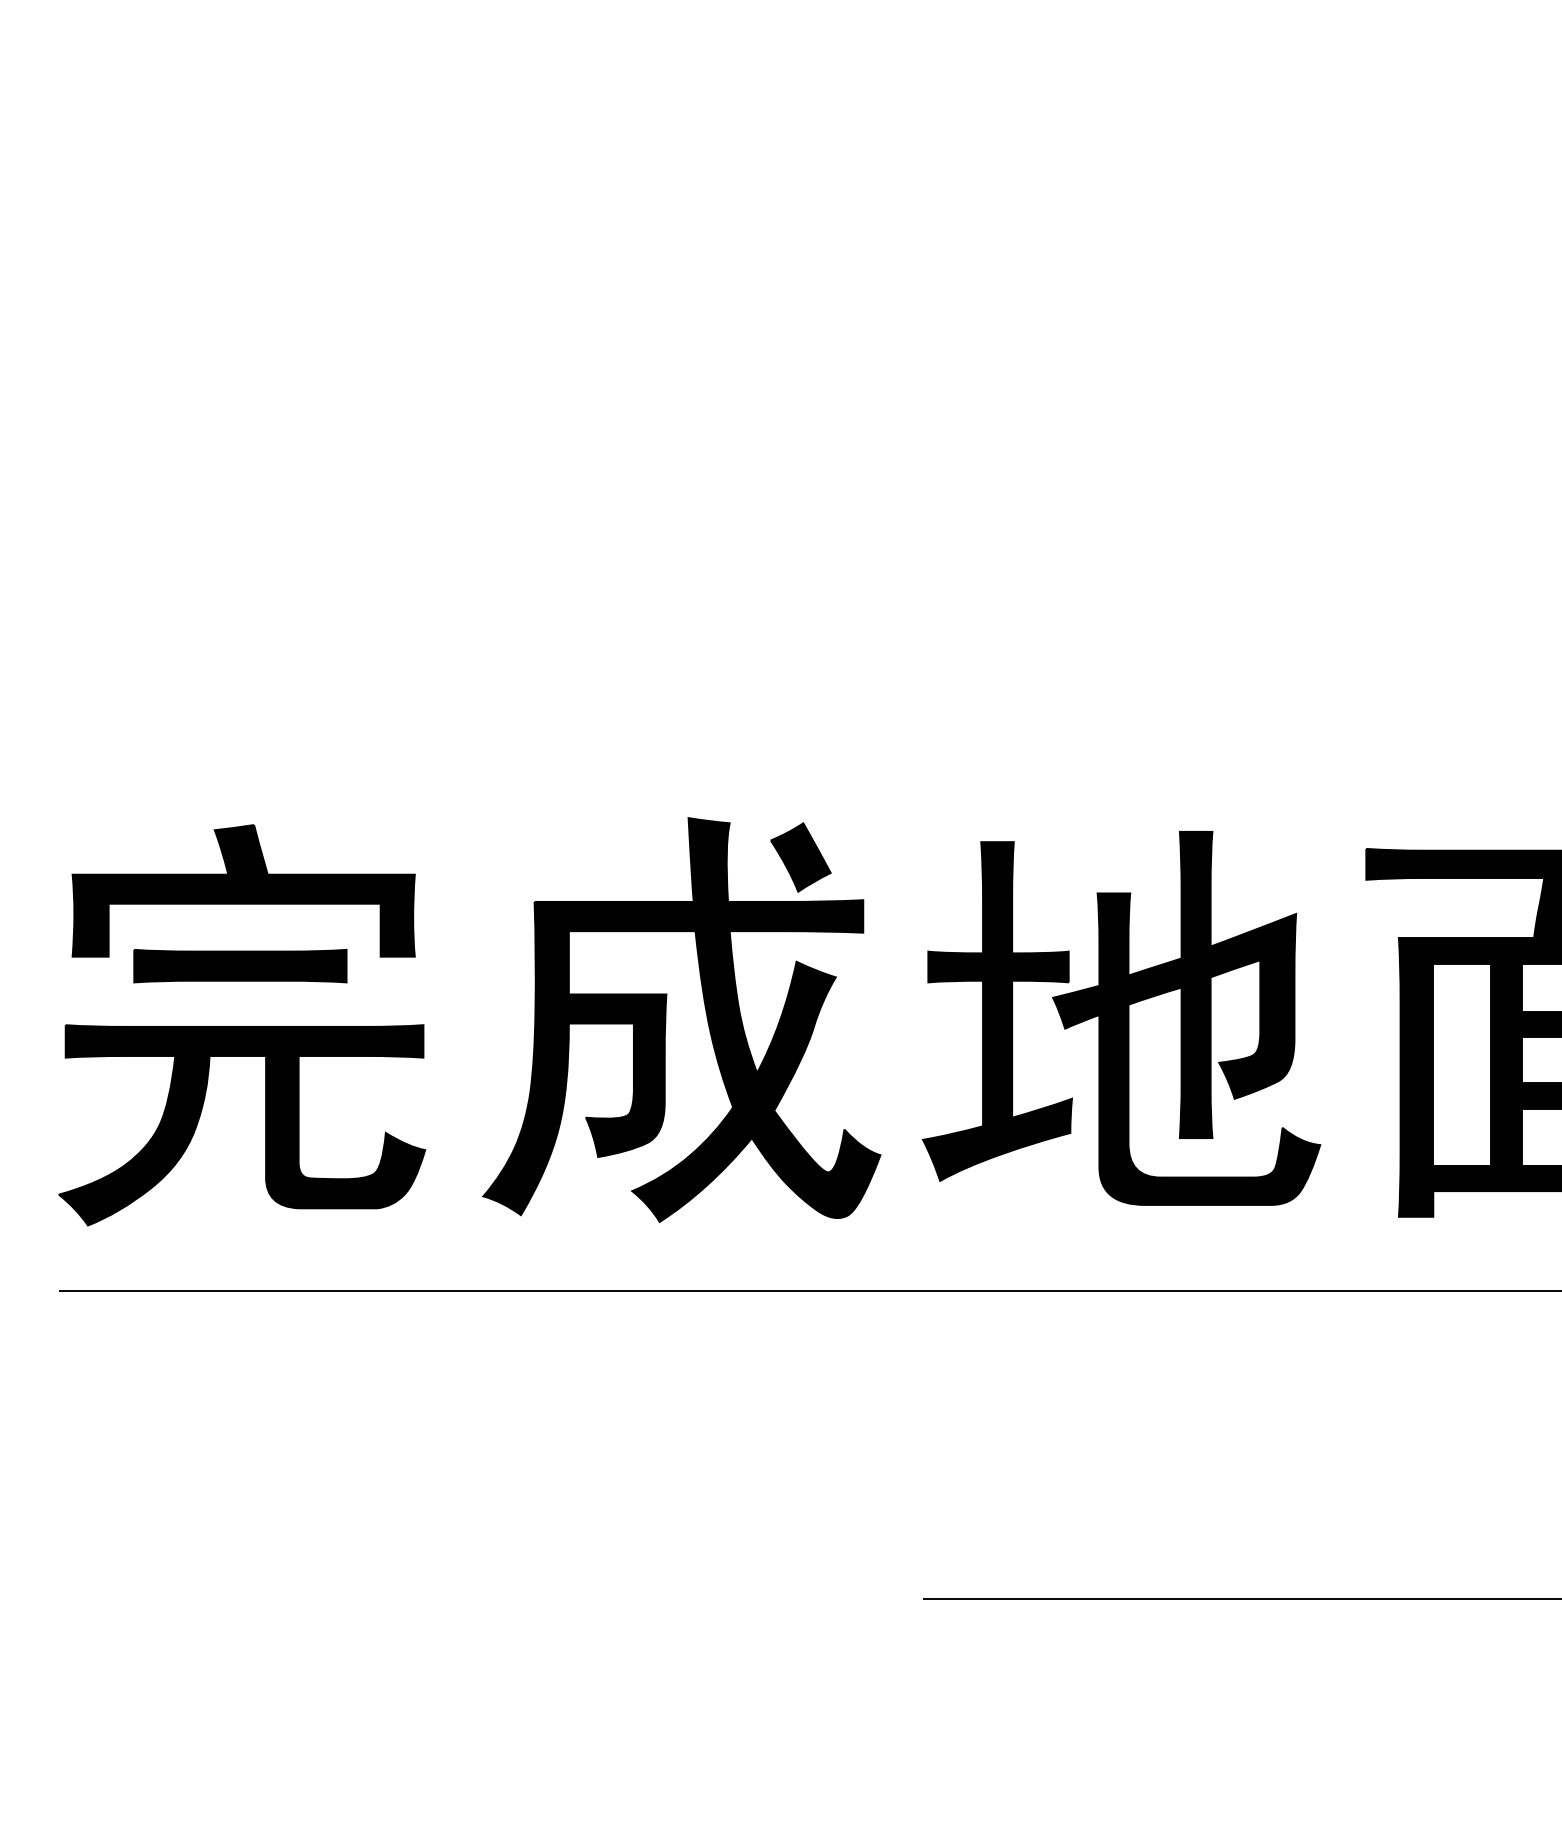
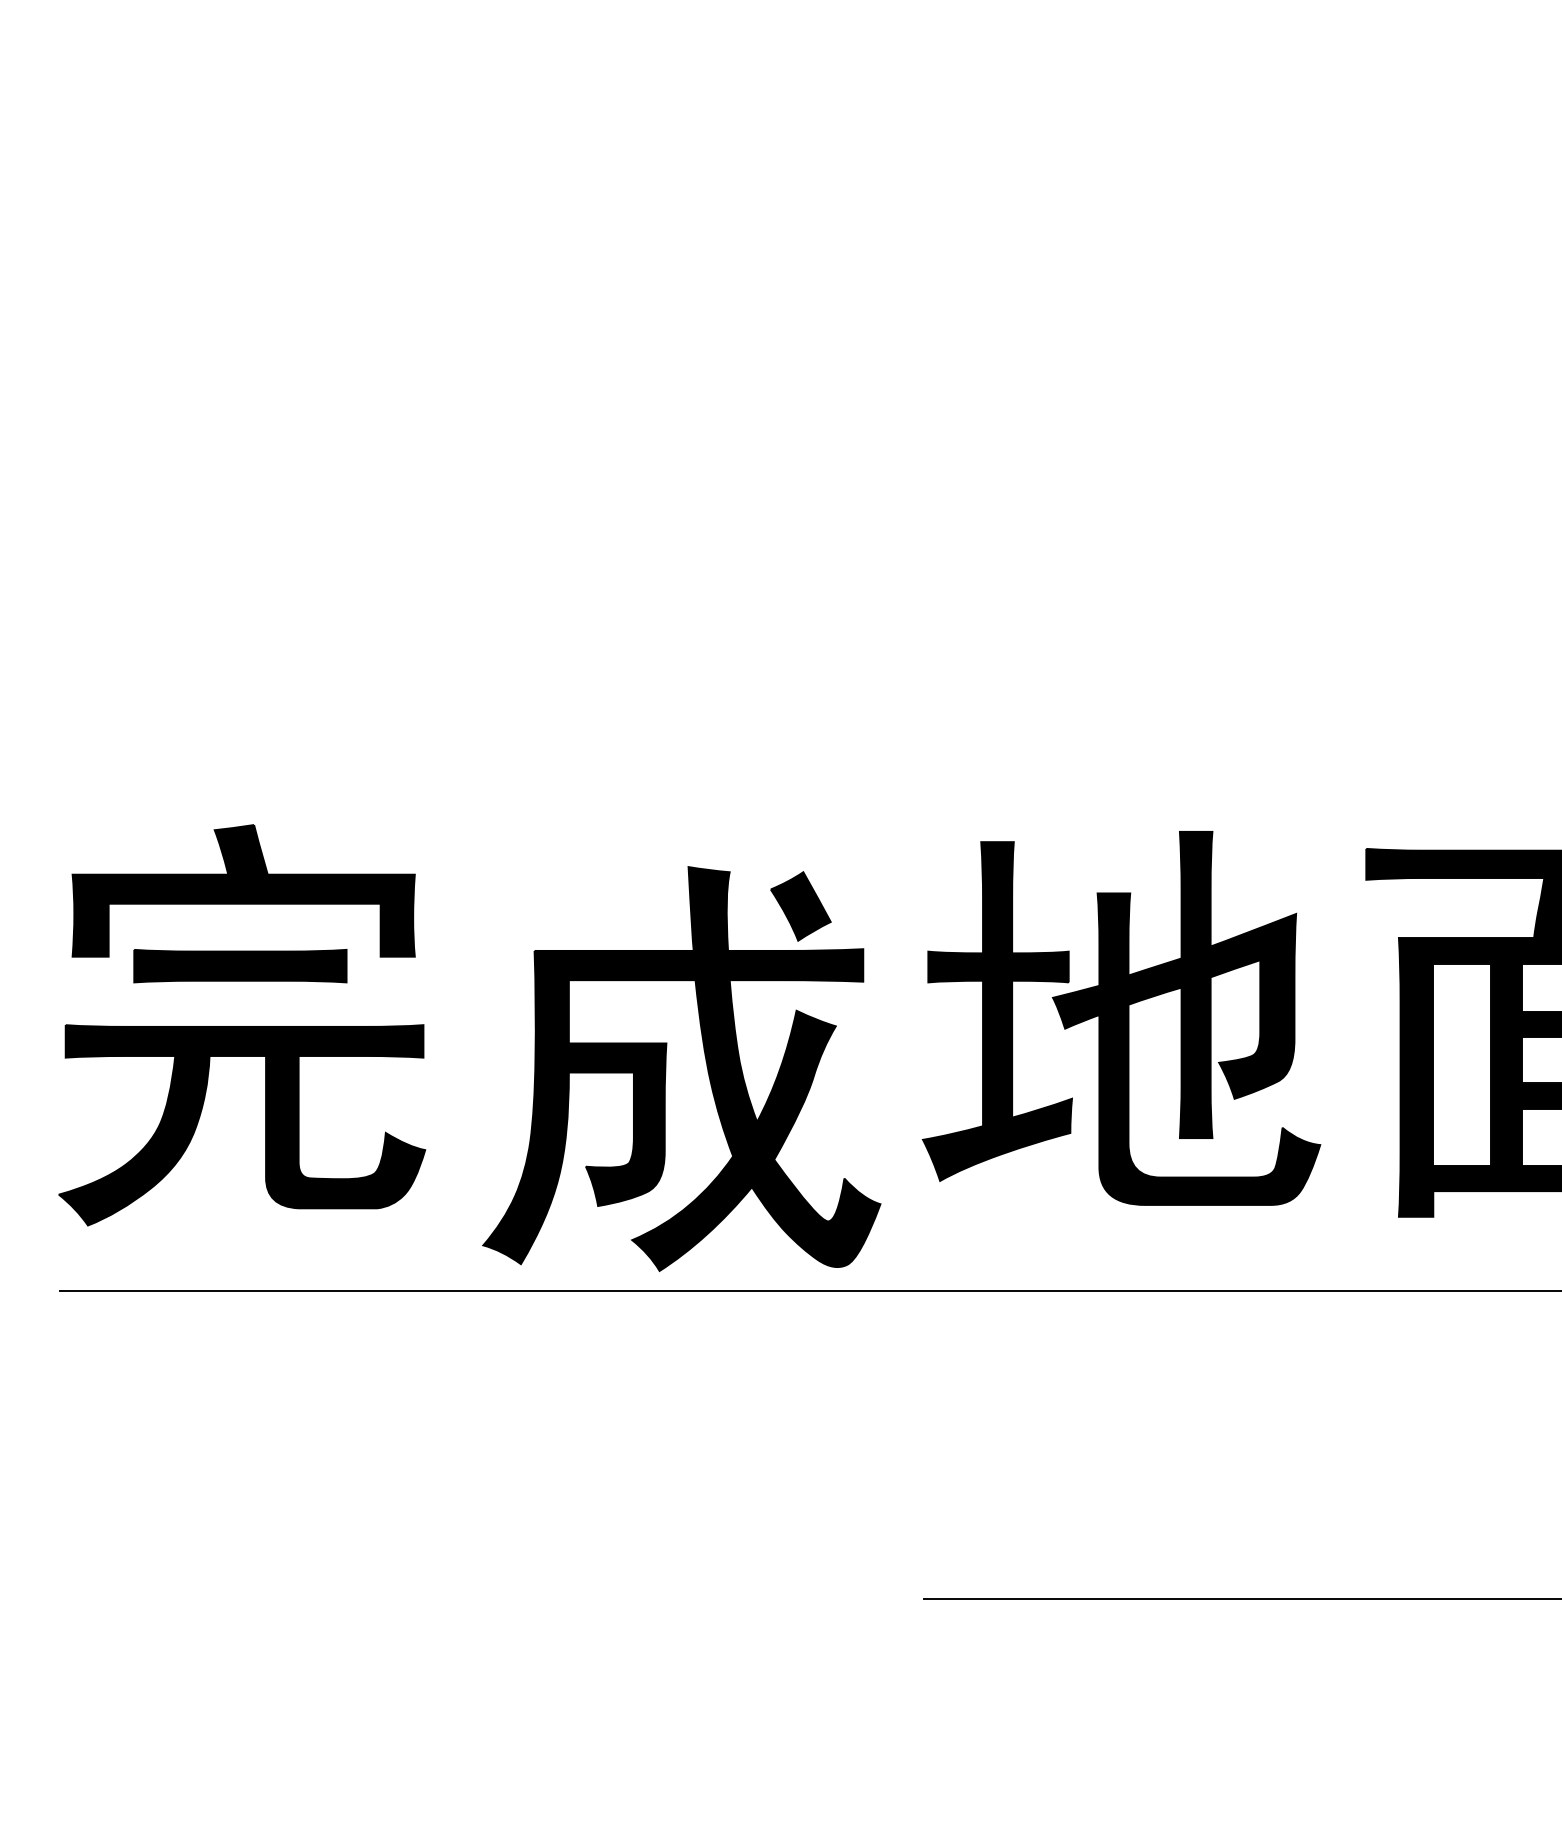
part at (666, 1019) position: (666, 1019) -> (666, 1068)
